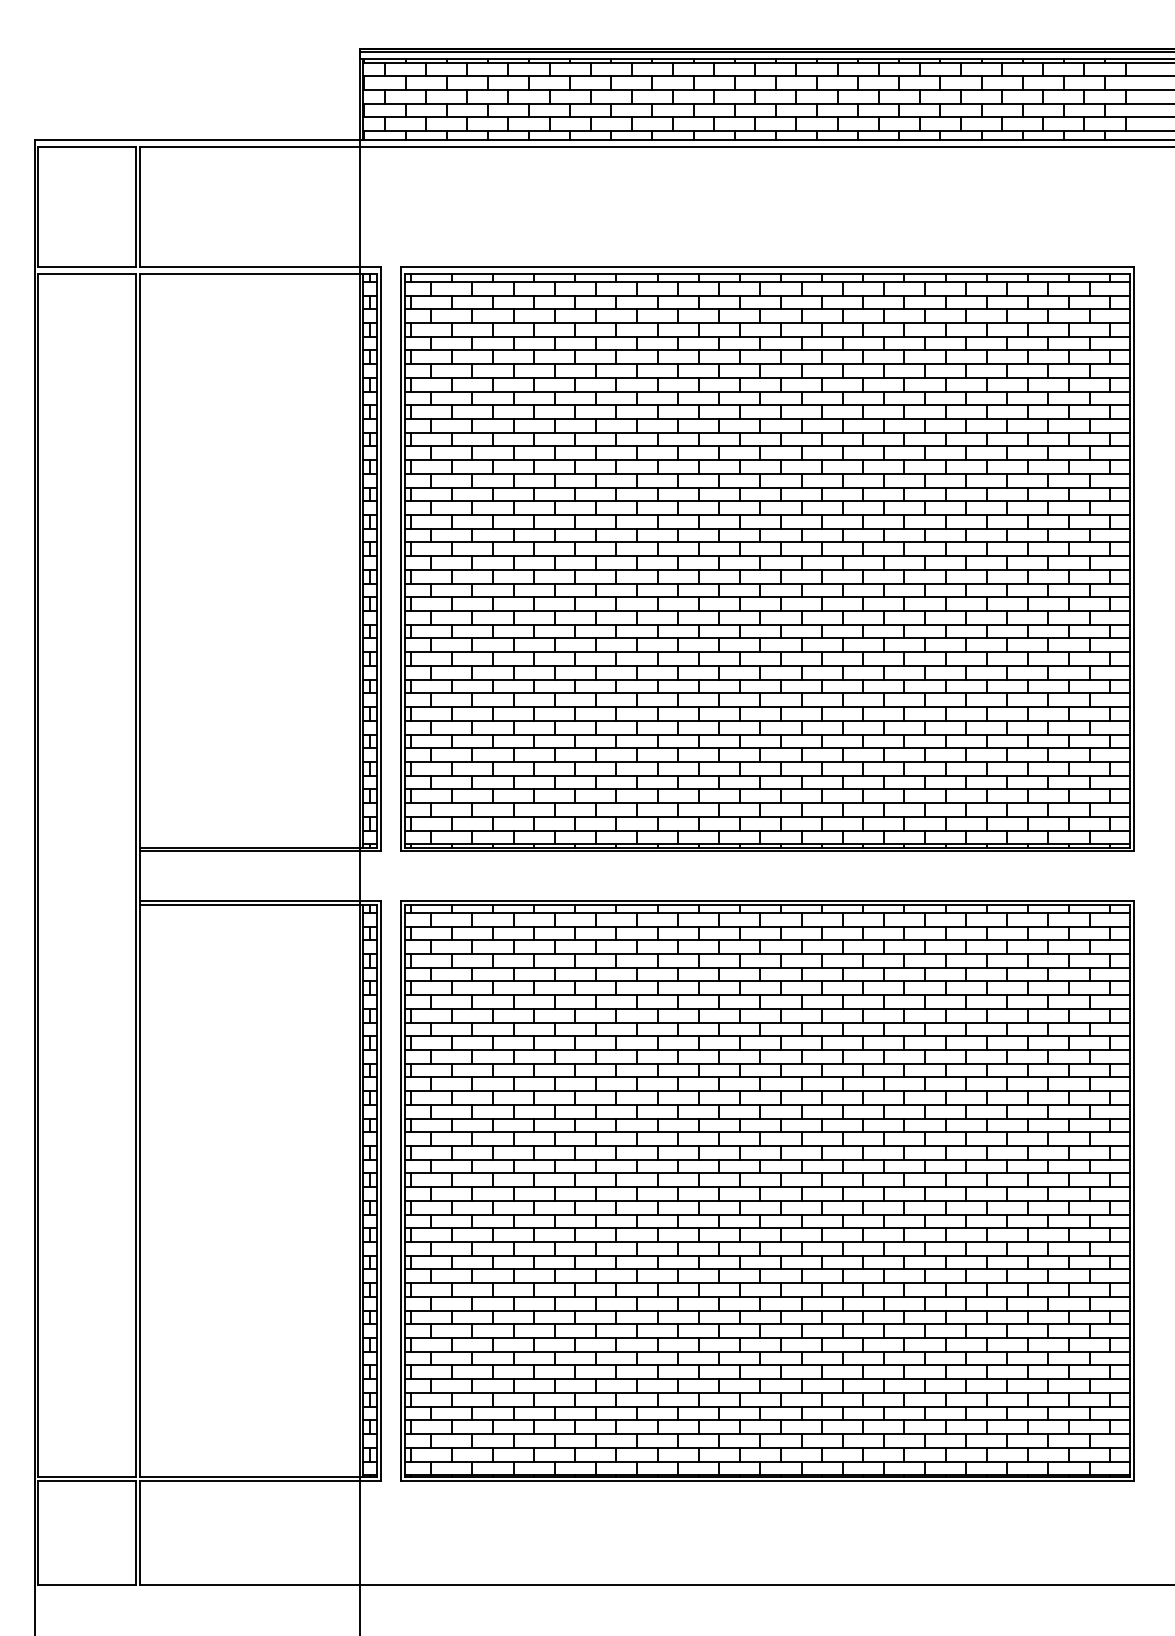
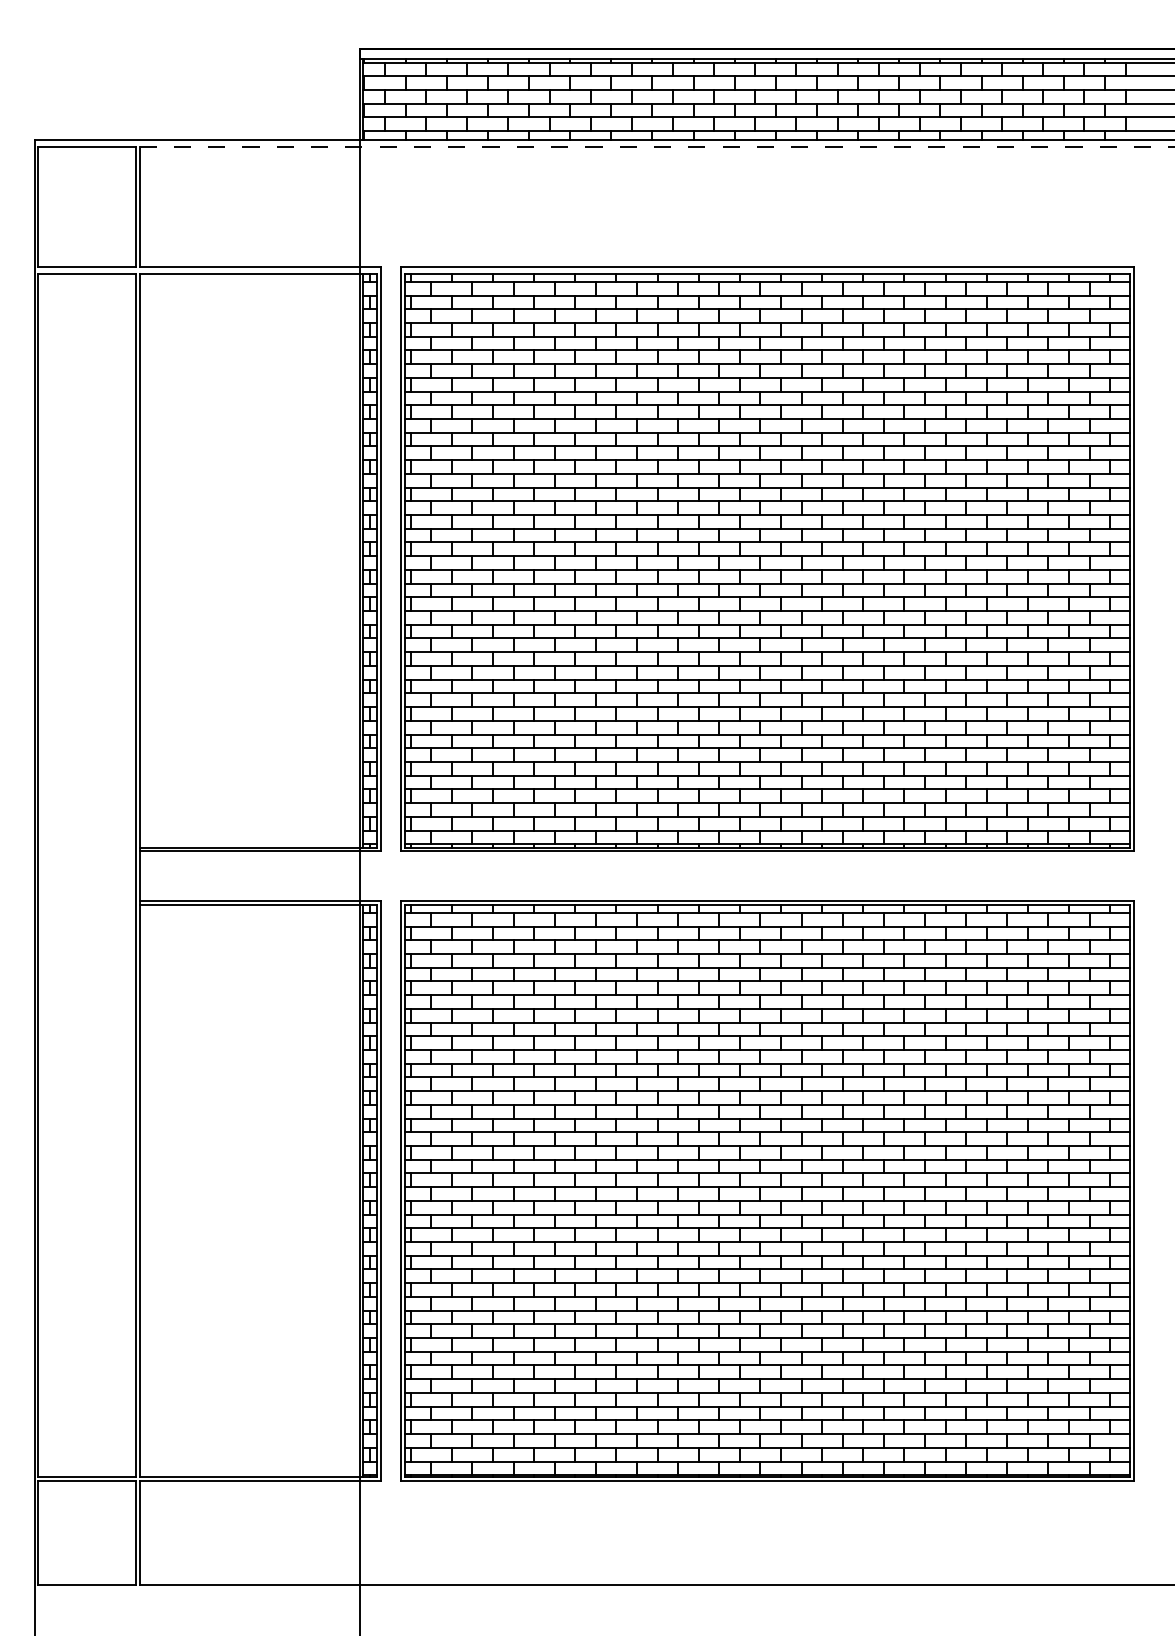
line at (765, 52): present -> none
line at (657, 146): solid -> dashed
